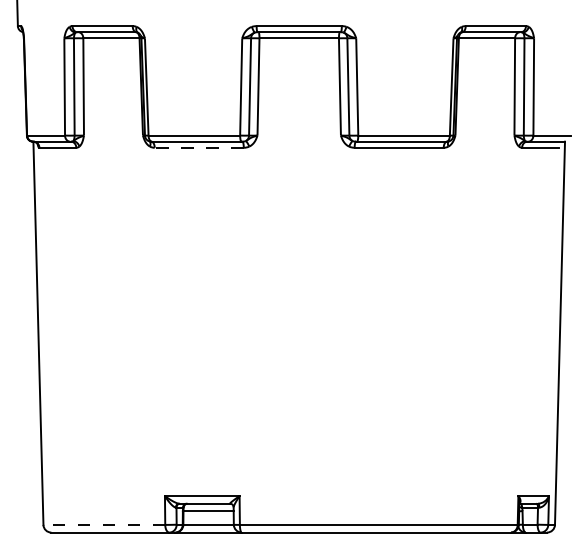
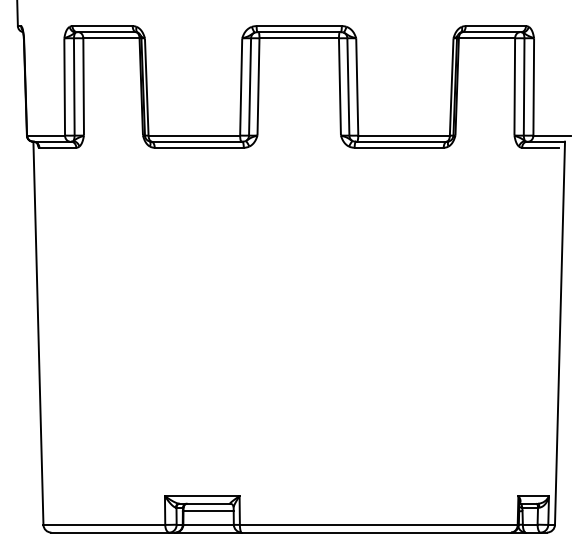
line at (199, 147): dashed -> solid
line at (104, 524): dashed -> solid
